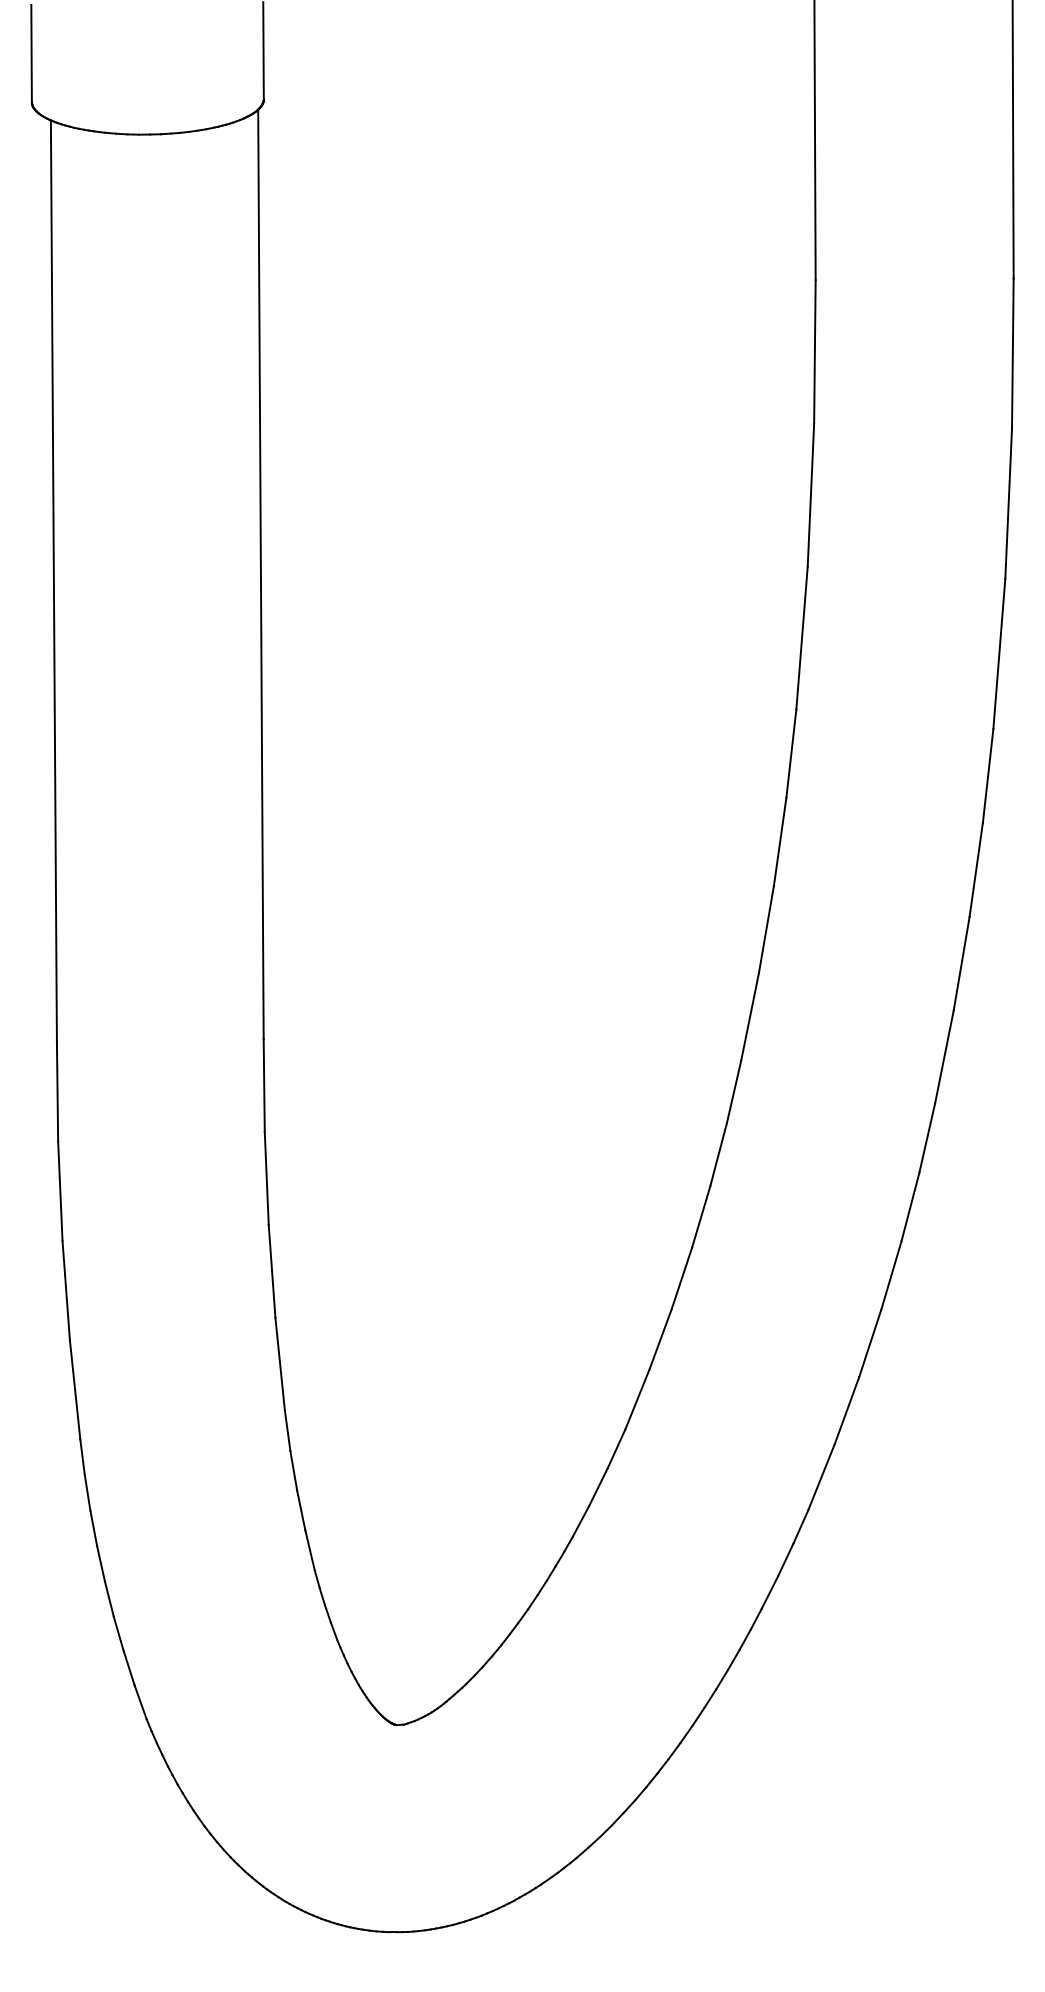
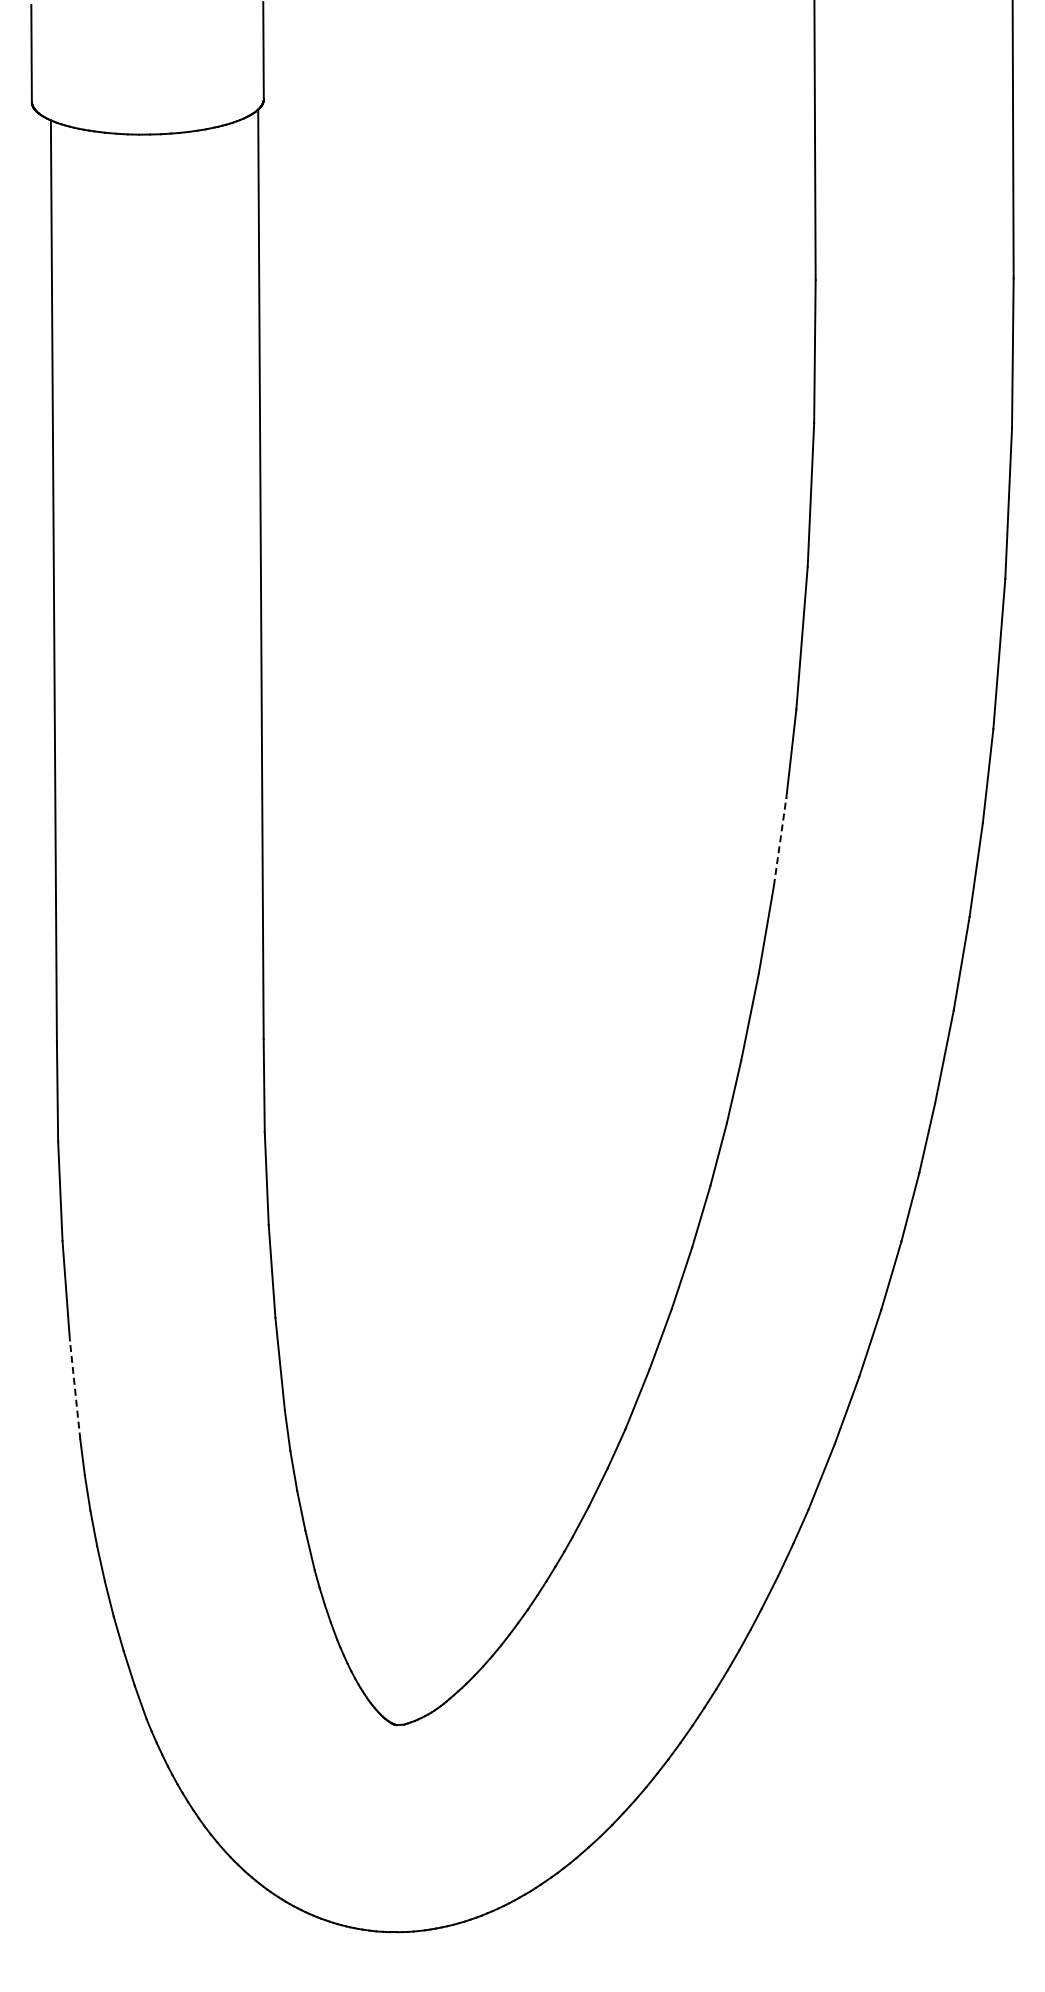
line at (780, 841): solid -> dashed
line at (75, 1389): solid -> dashed
